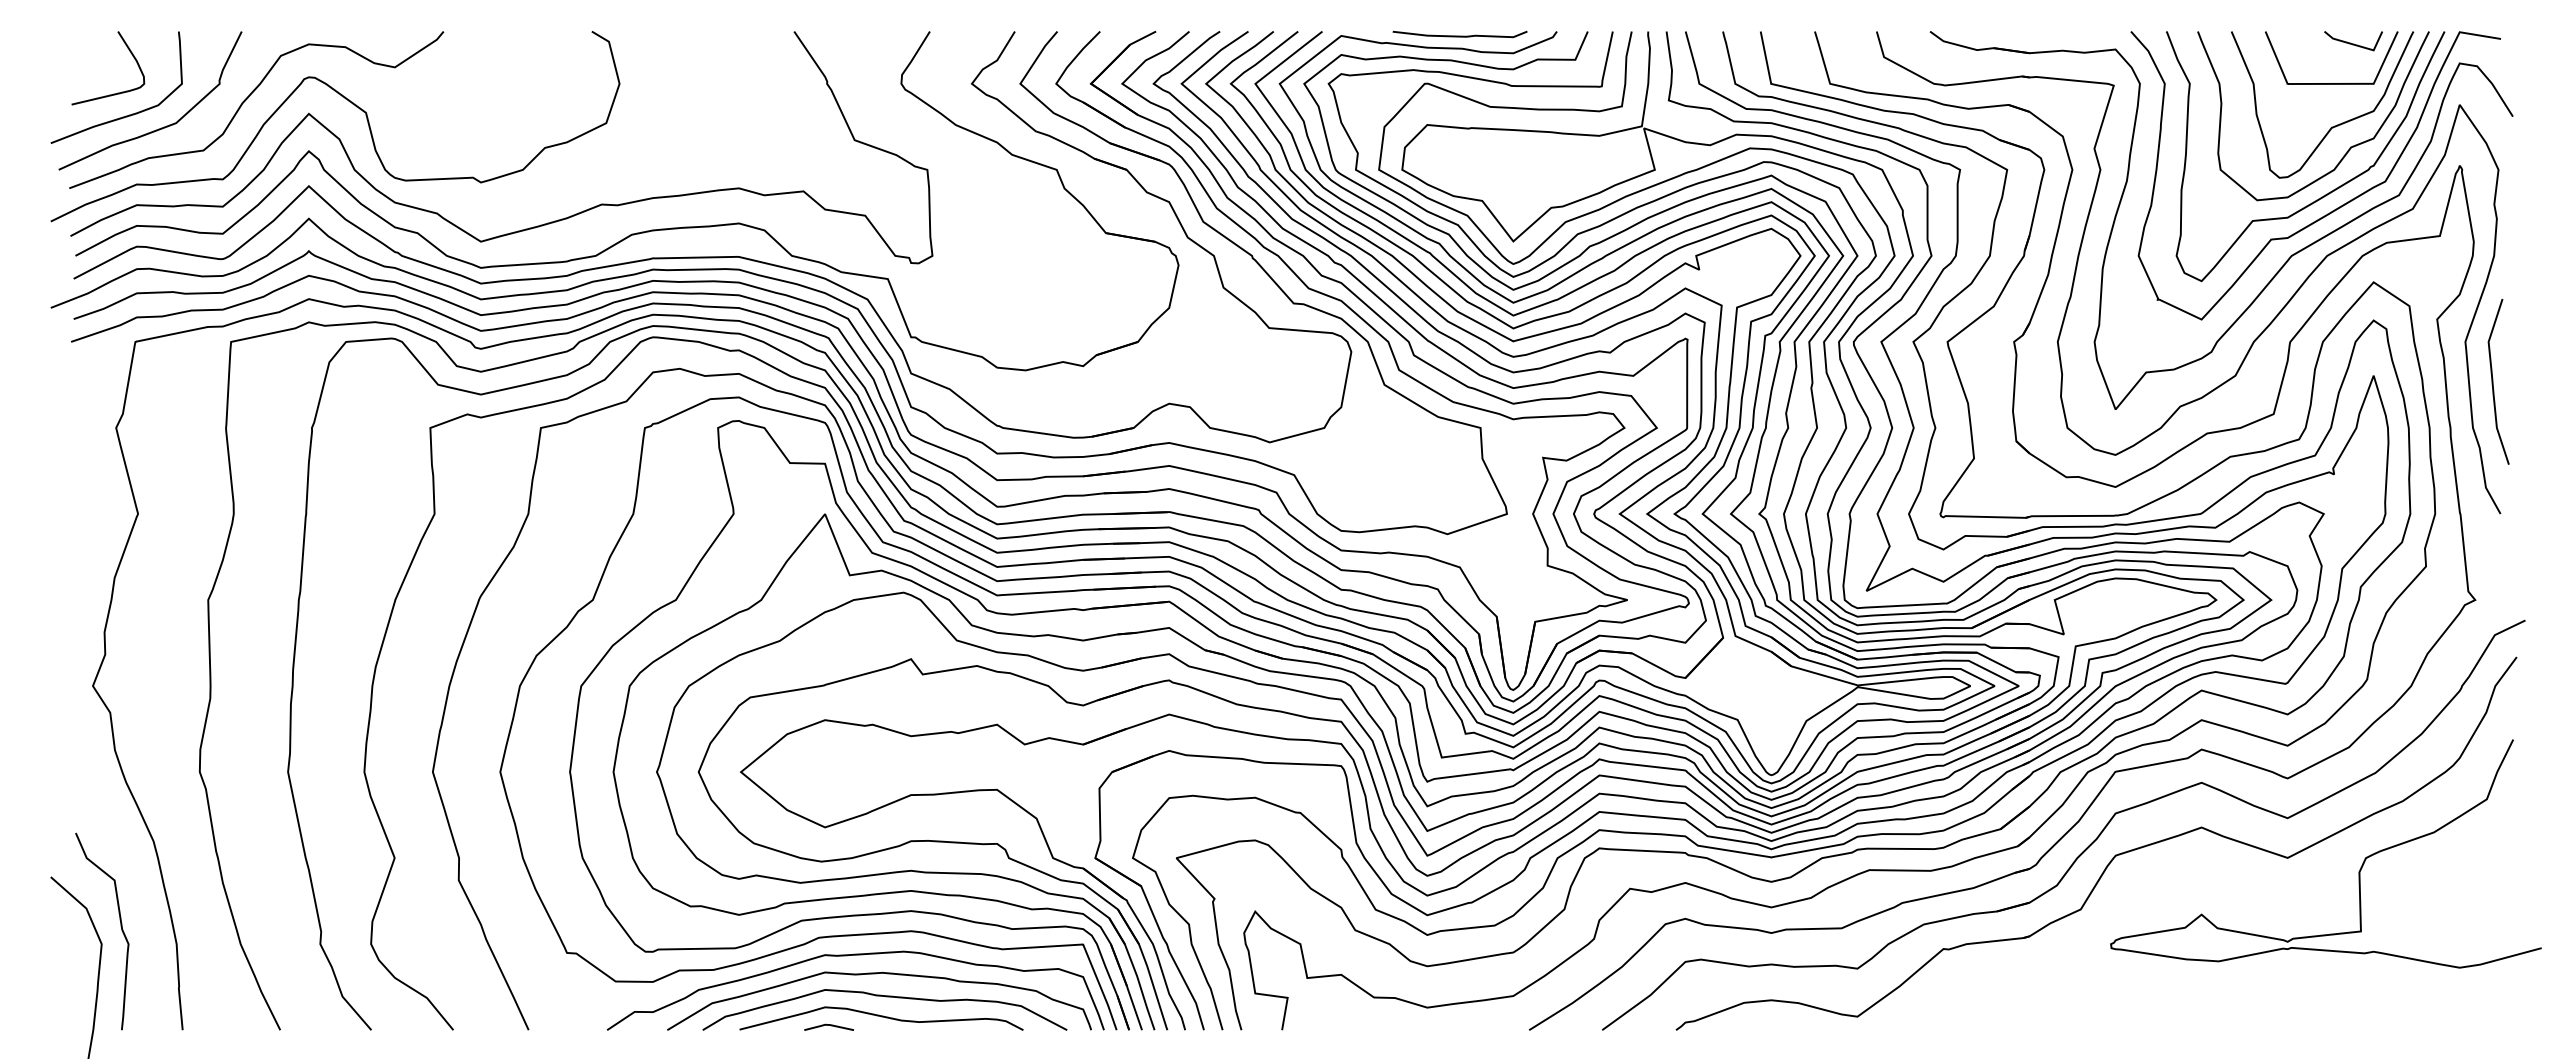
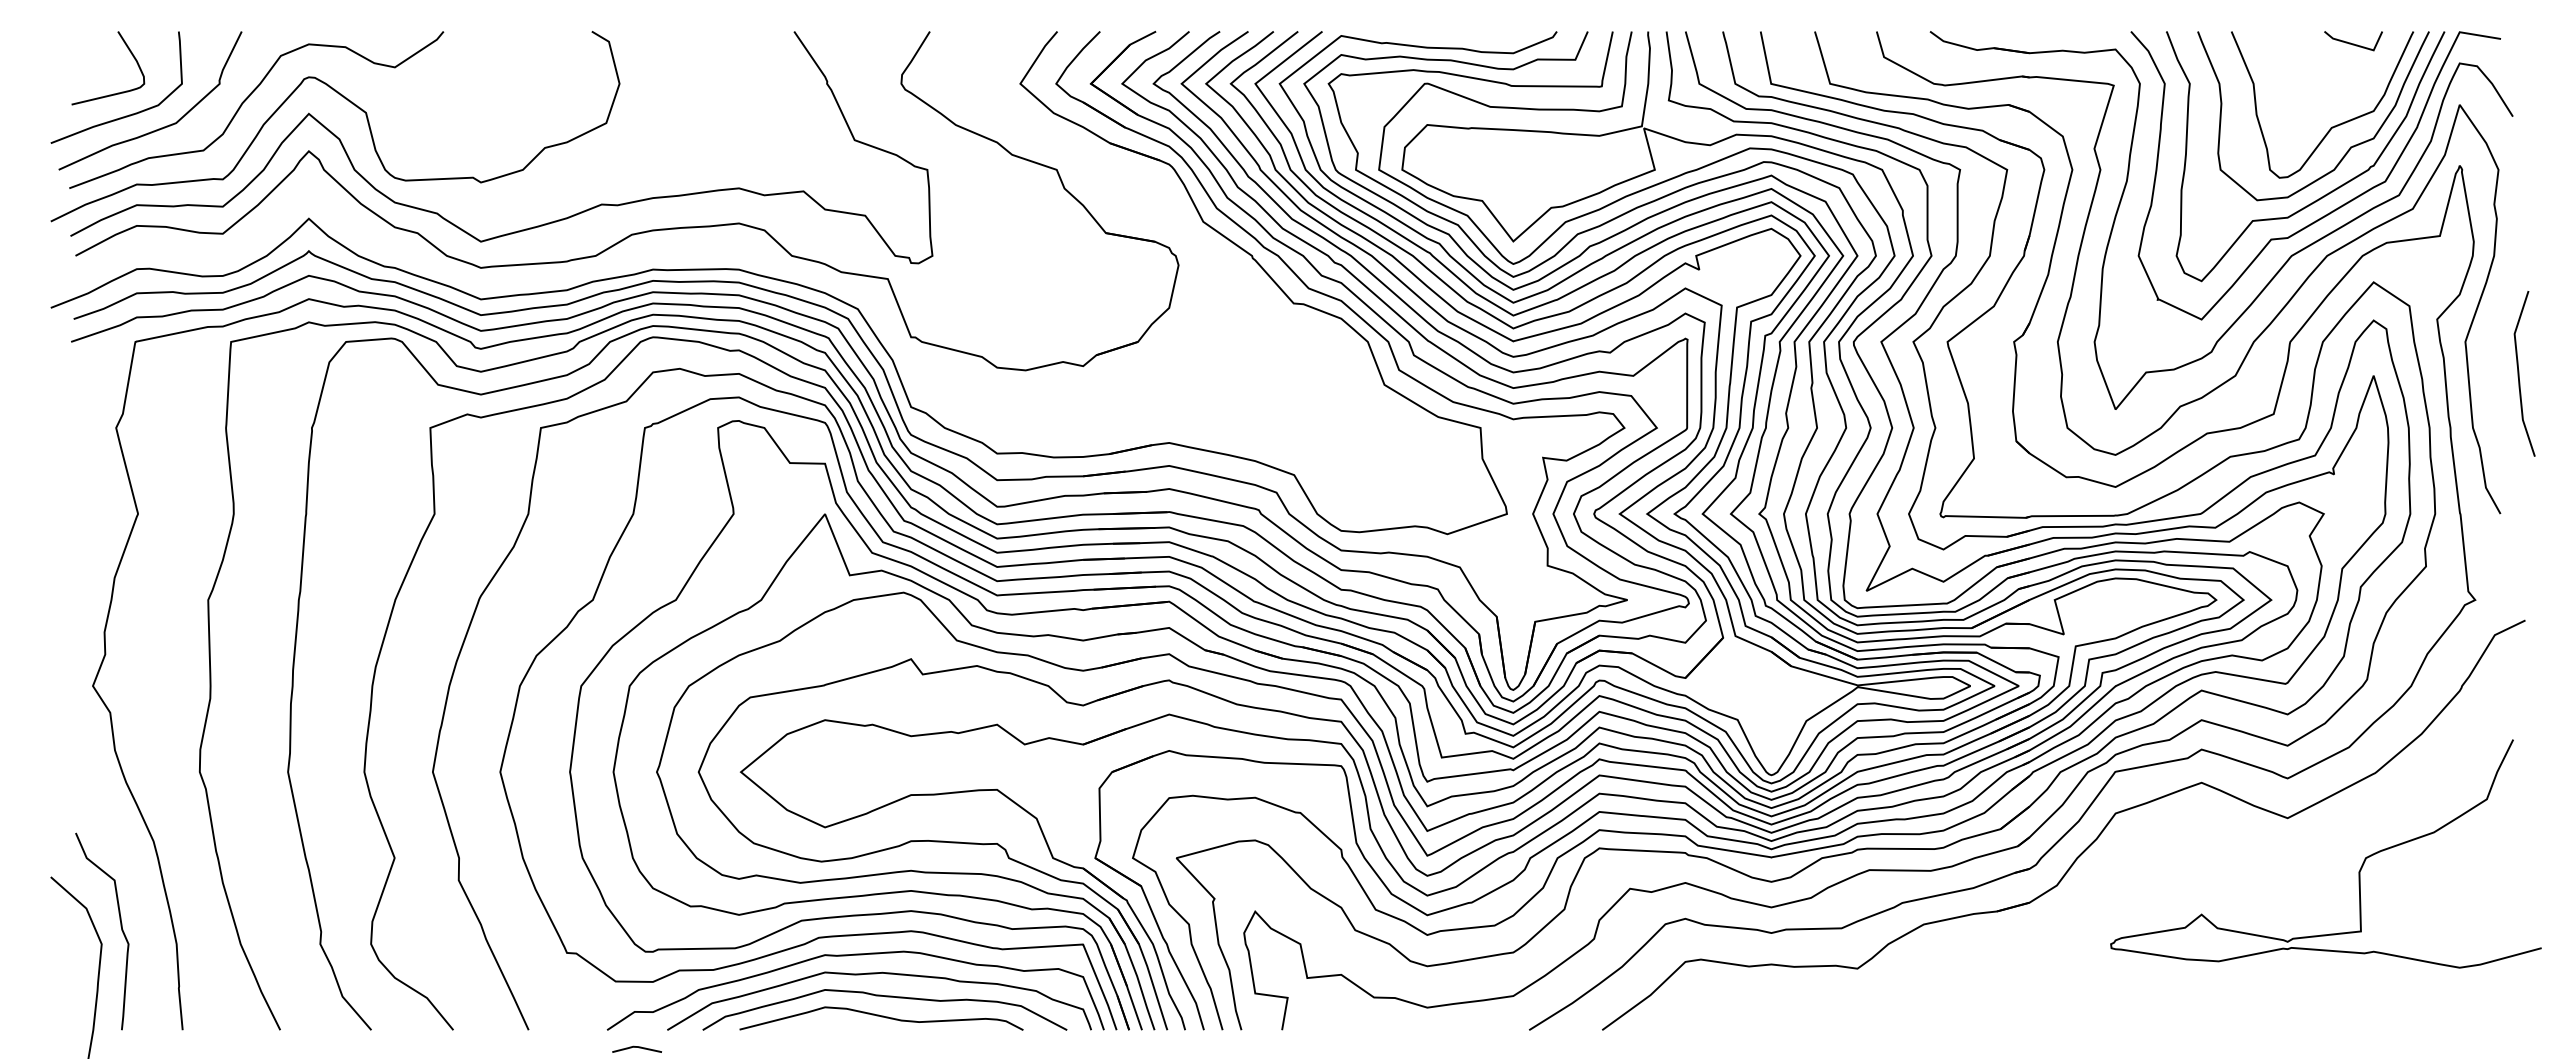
curve at (1459, 35): present -> none
curve at (2331, 83): present -> none
part at (712, 256): present -> none
curve at (2493, 381) position: (2493, 381) -> (2519, 373)
part at (2112, 857): present -> none
line at (828, 1025) position: (828, 1025) -> (636, 1047)
